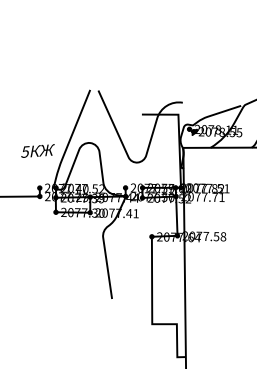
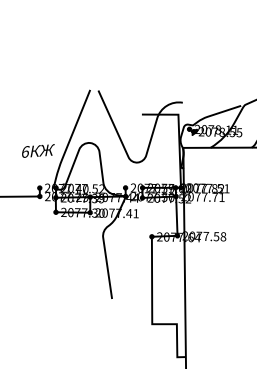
text at (25, 151): 5 -> 6
